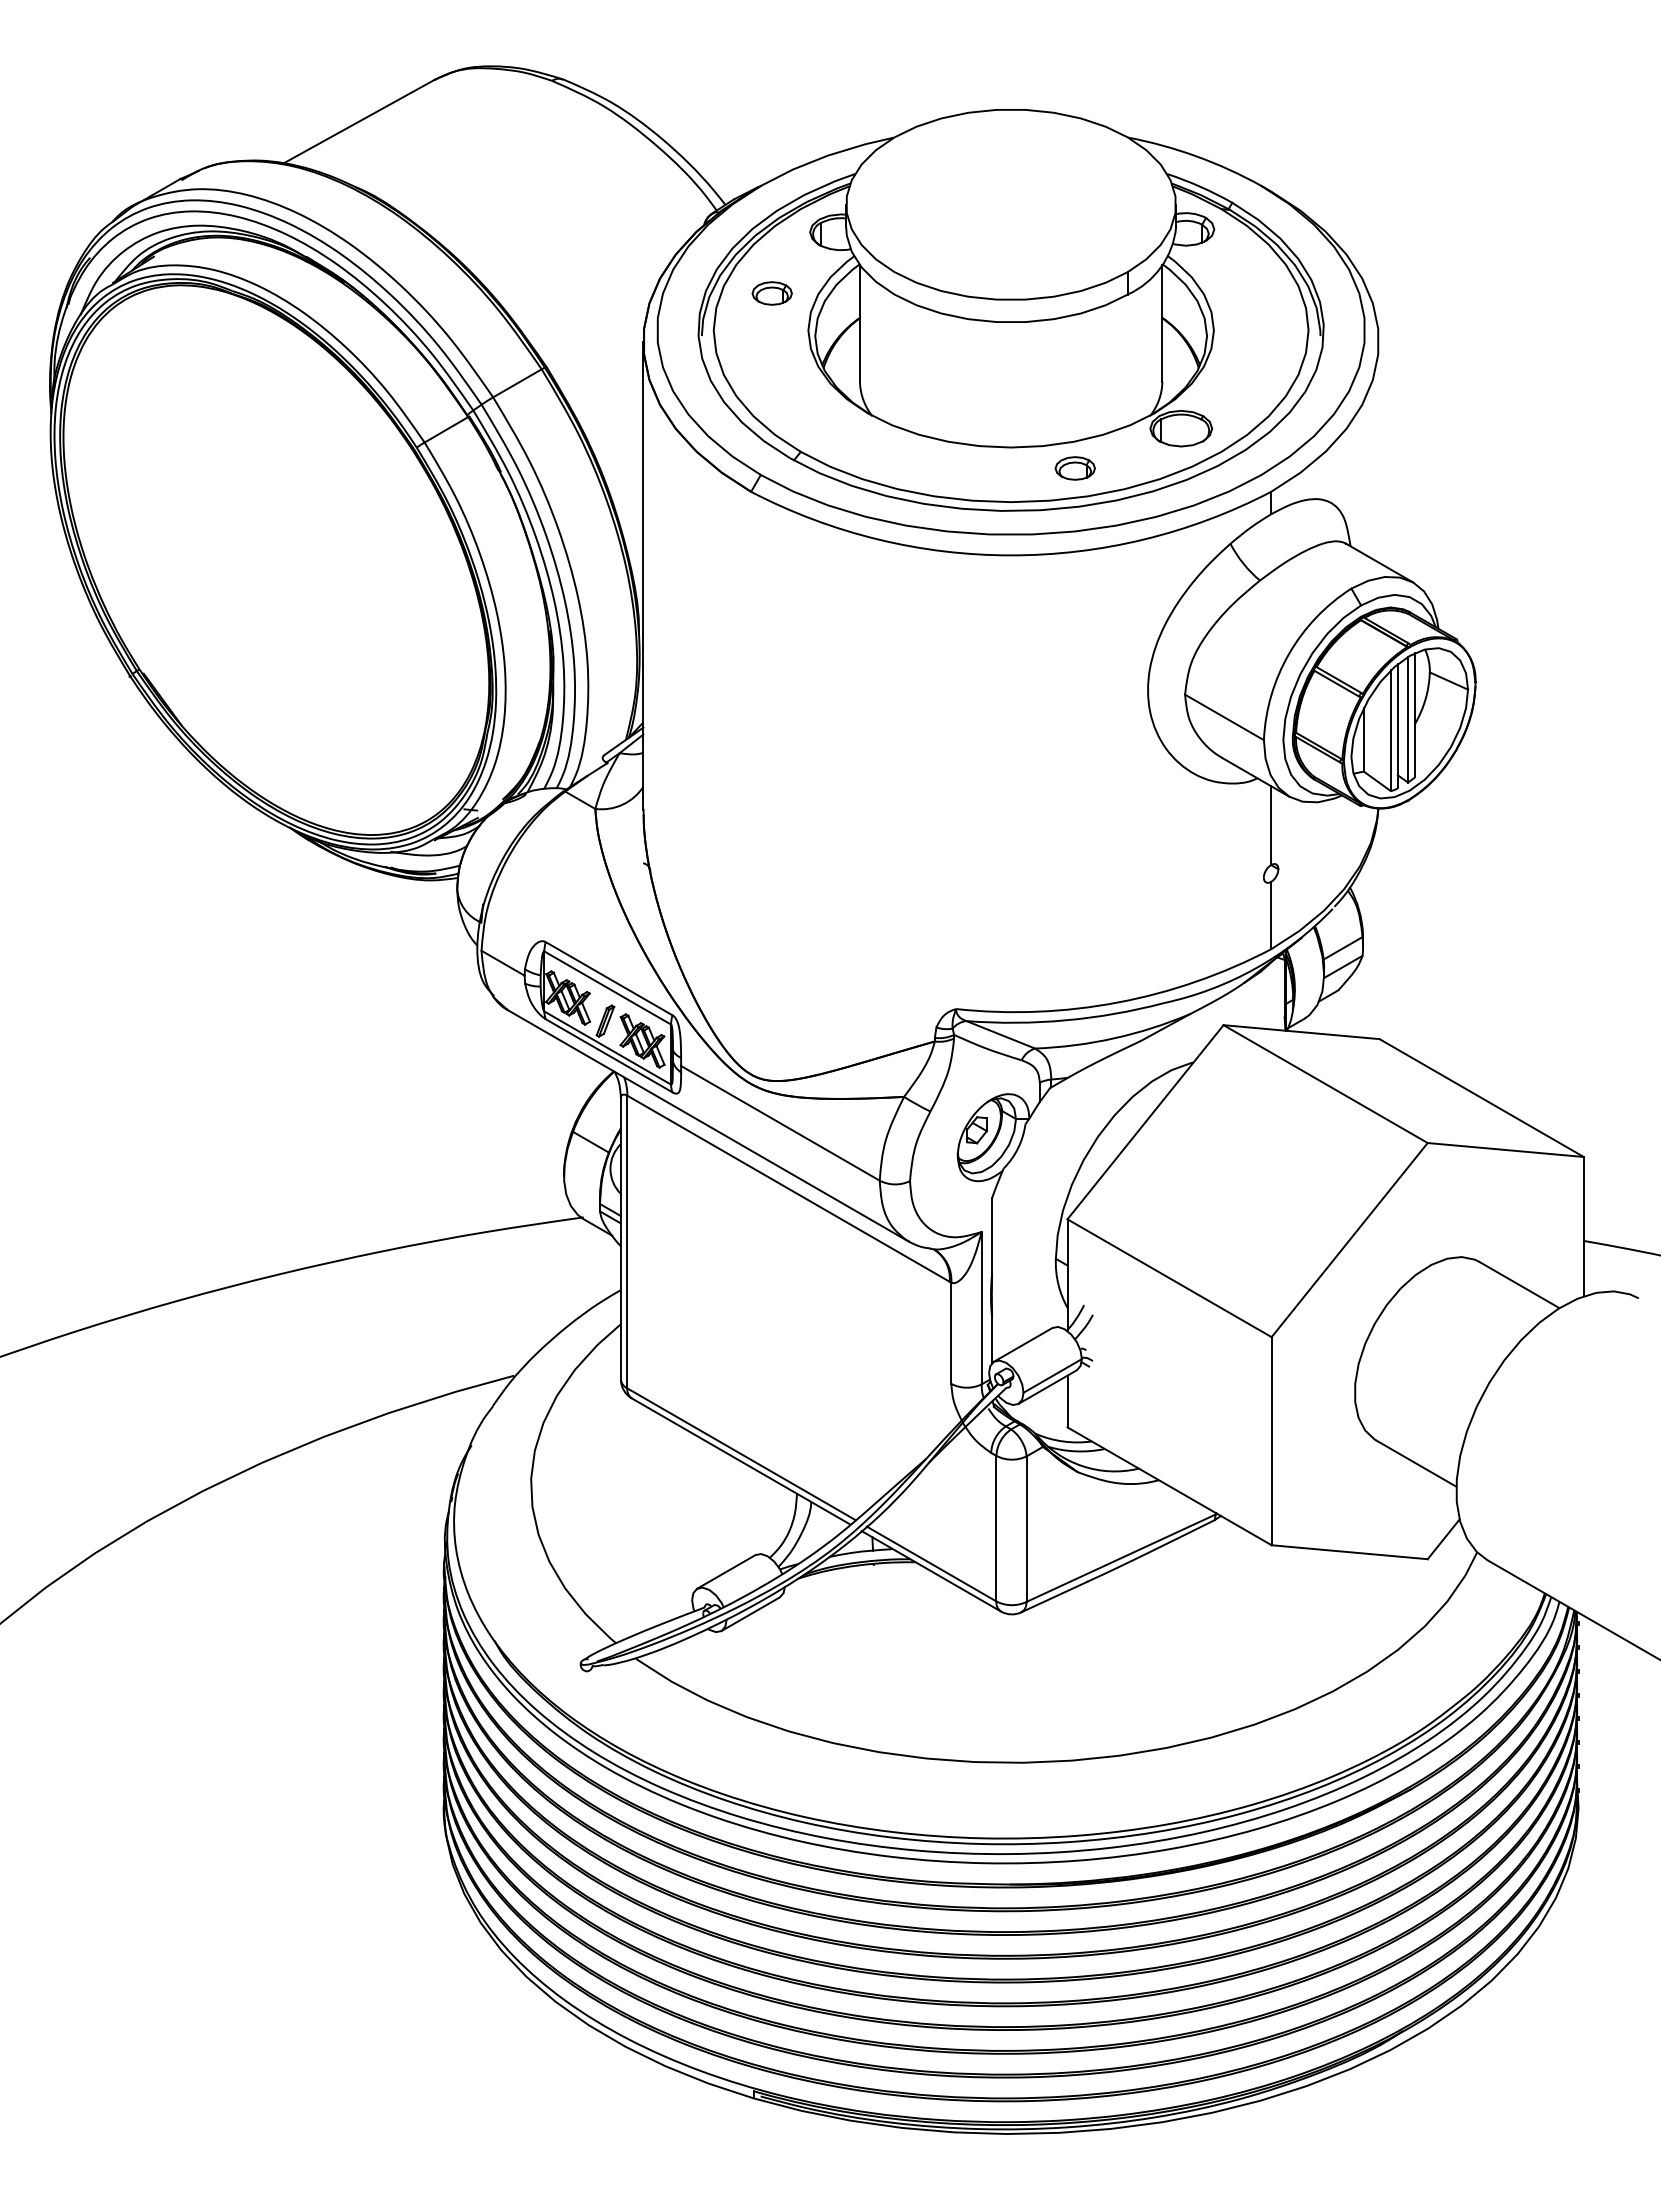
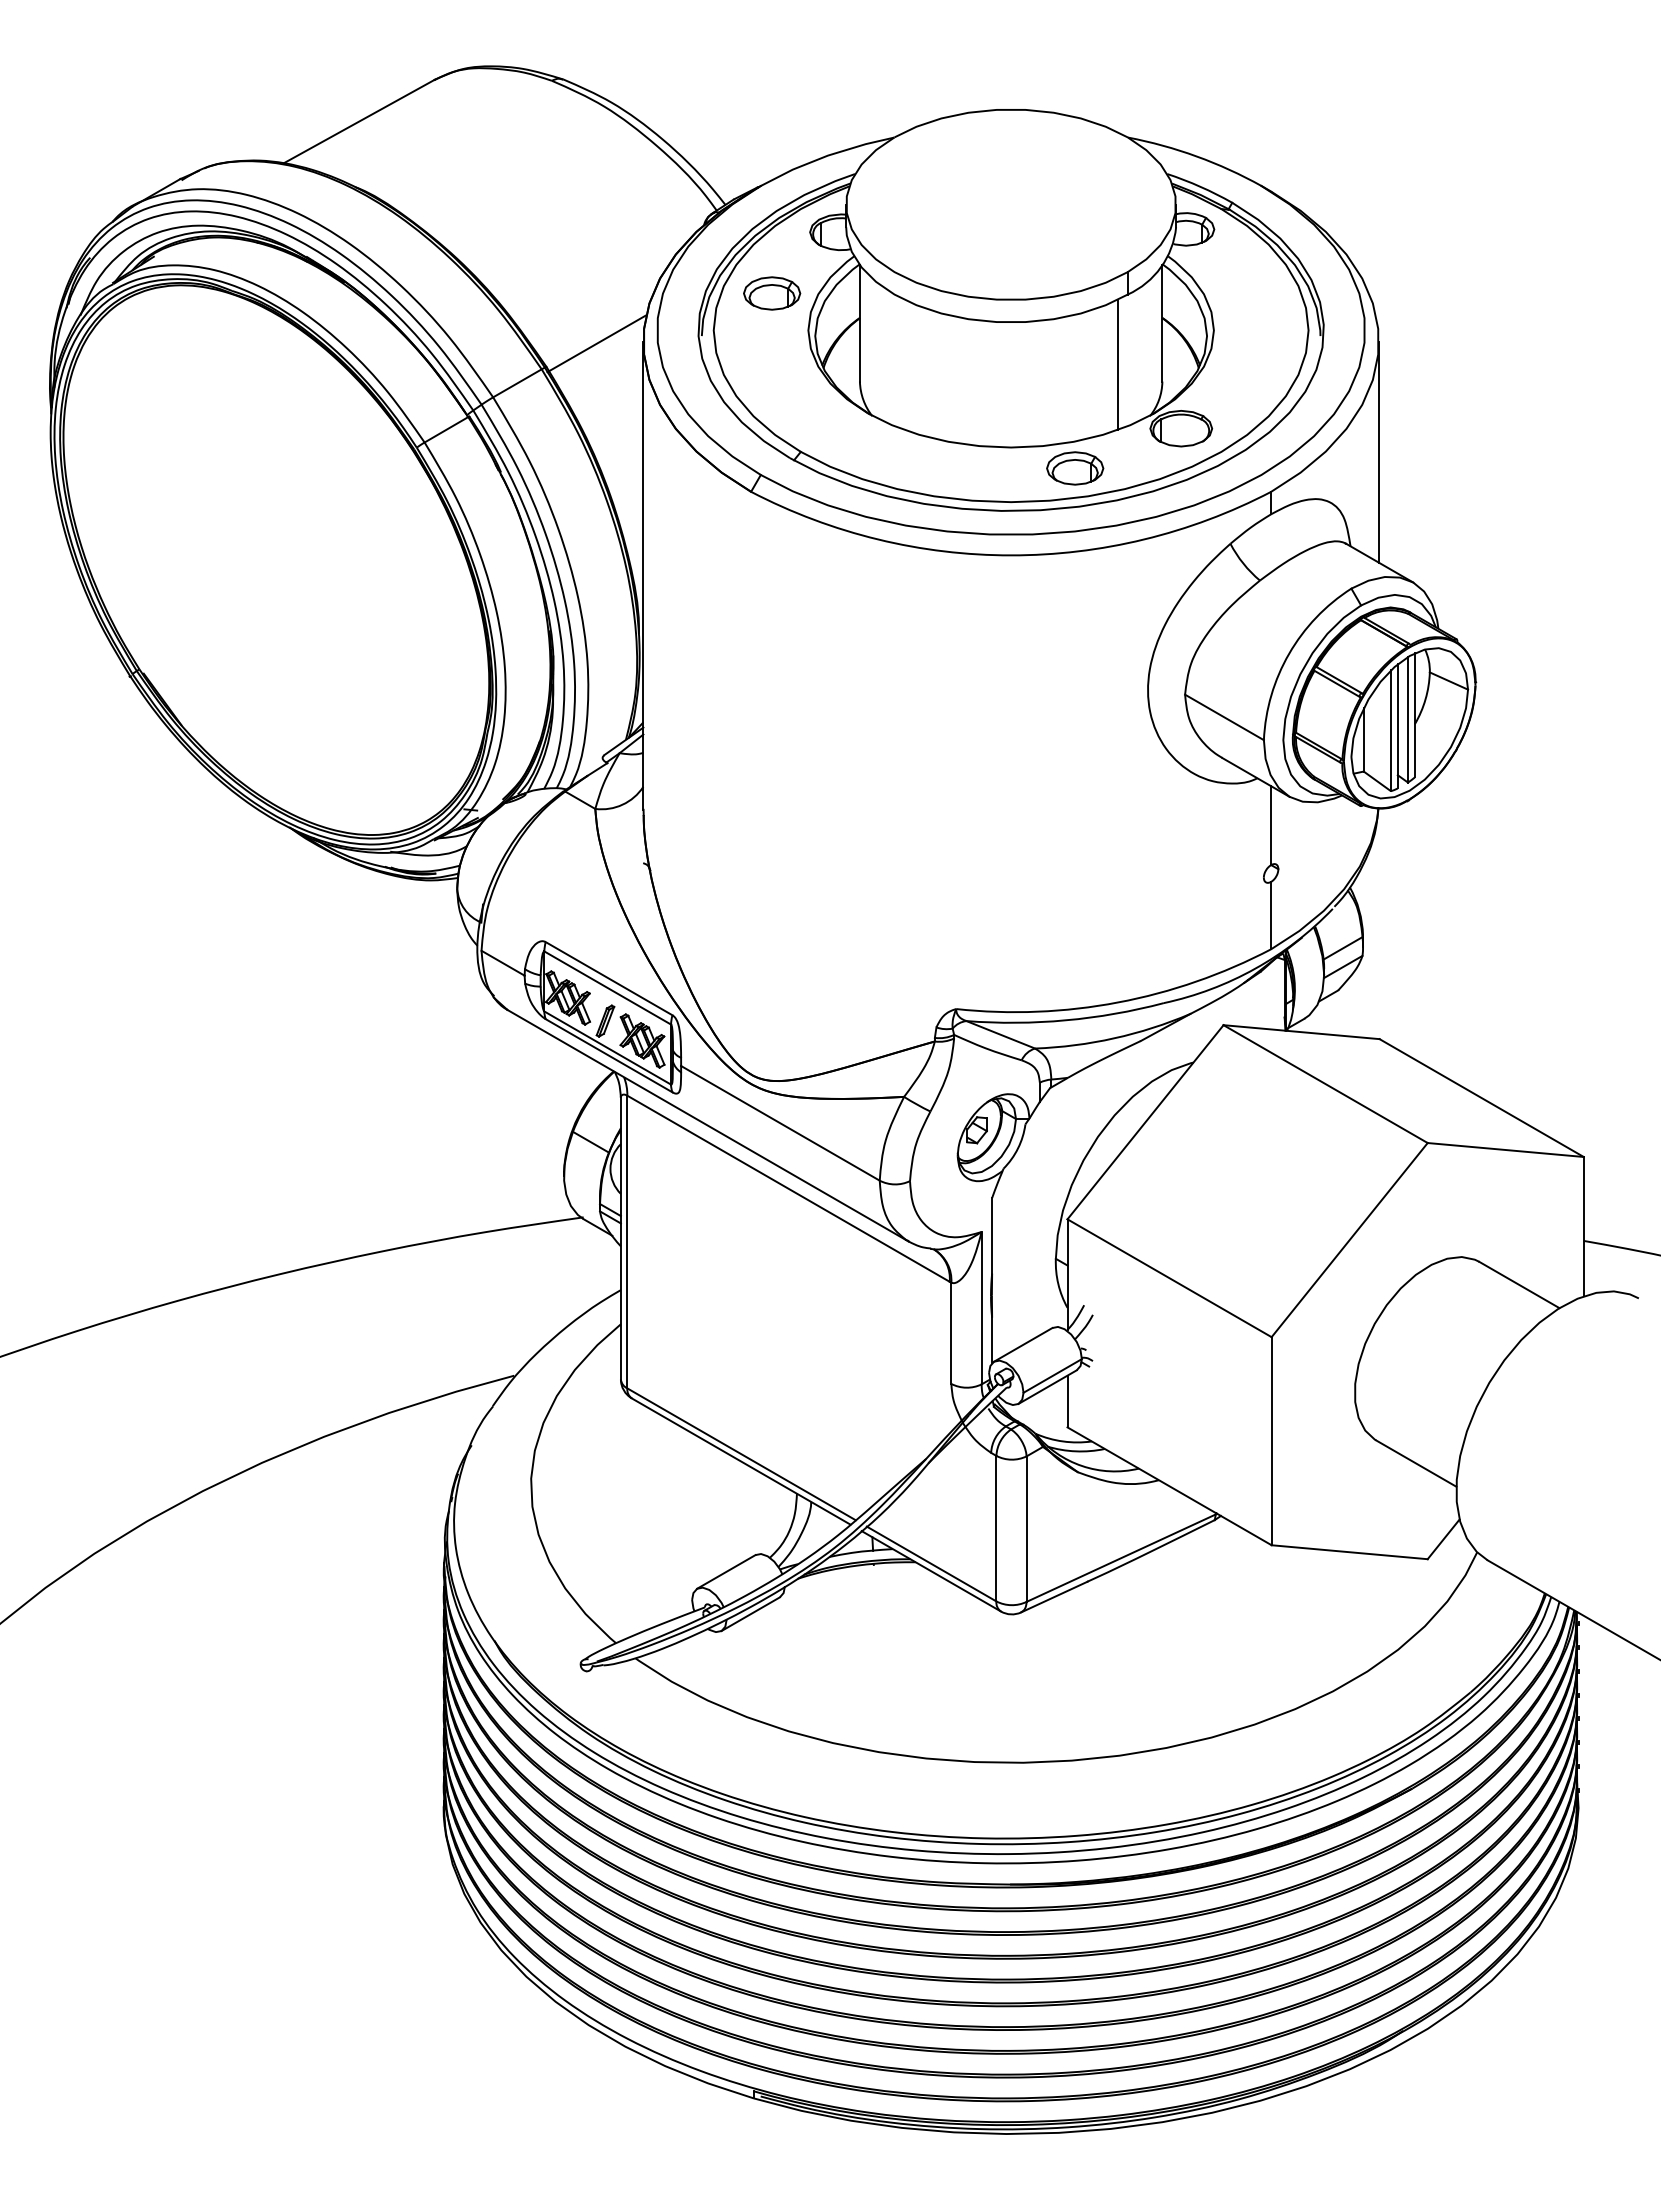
part at (771, 293) size: 42x25 px -> 59x35 px
line at (596, 343): none -> present
line at (1118, 364): none -> present
line at (1378, 451): none -> present
part at (1074, 468) size: 42x25 px -> 59x35 px
